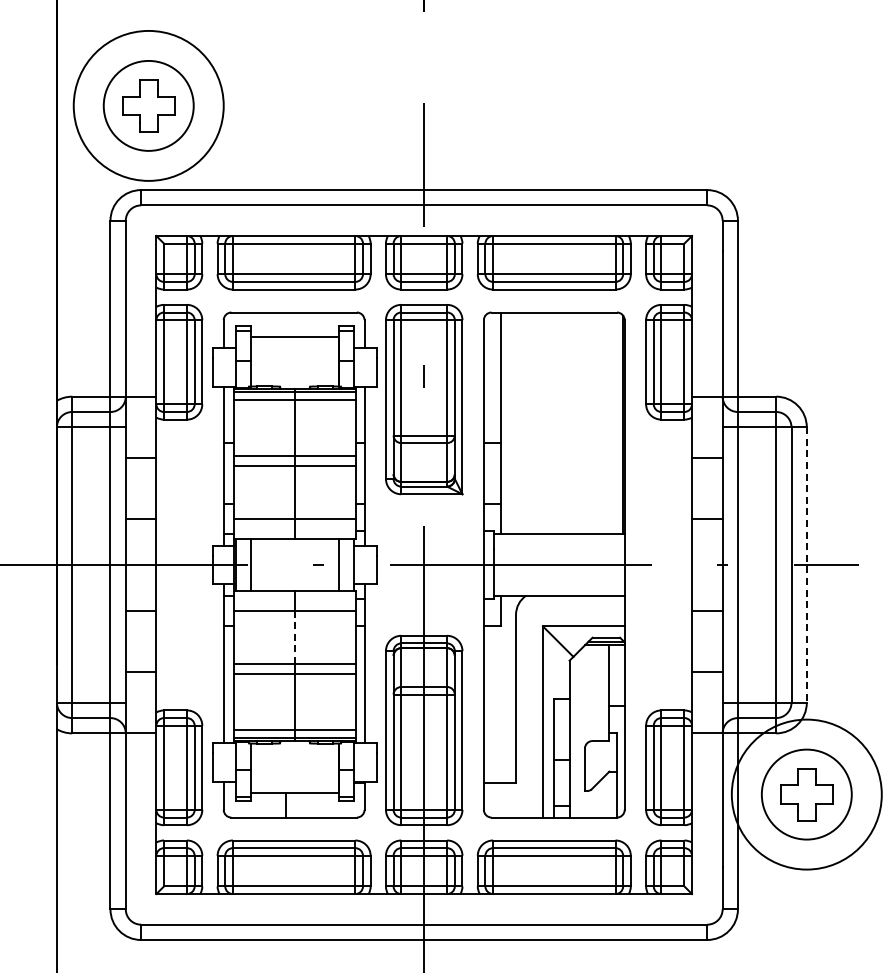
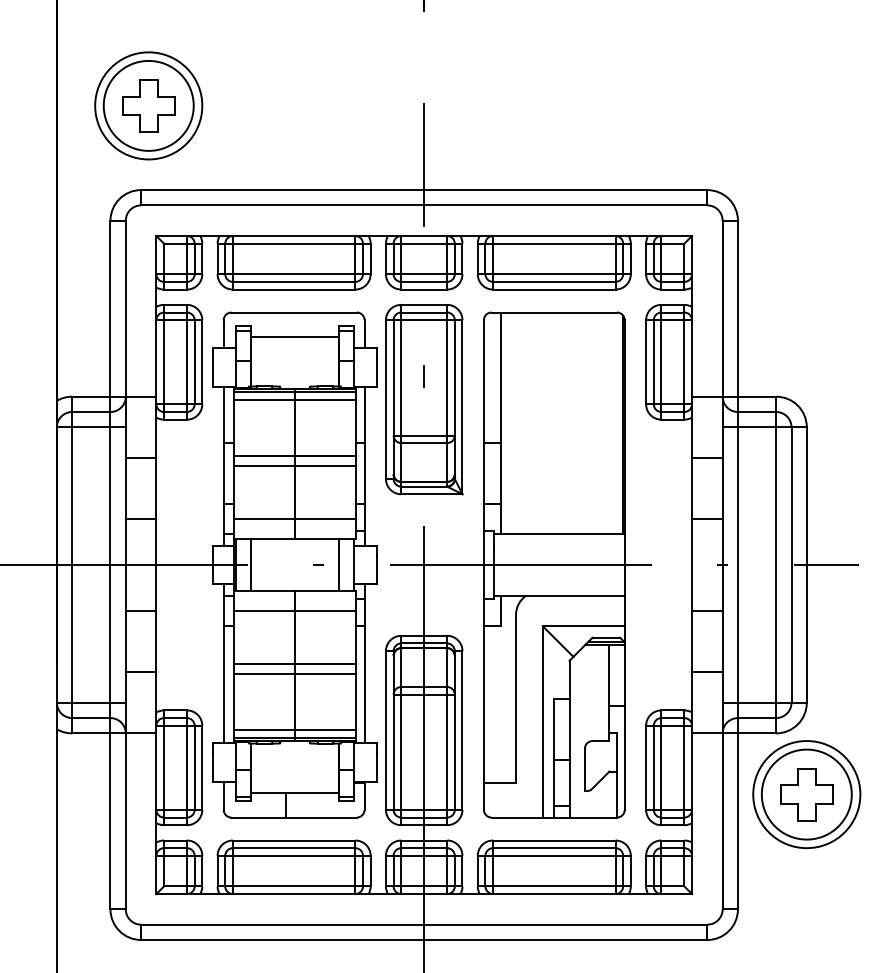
circle at (148, 105) diameter: 150 px -> 107 px
line at (806, 565): dashed -> solid
line at (295, 637): dashed -> solid
circle at (806, 794) diameter: 150 px -> 107 px
